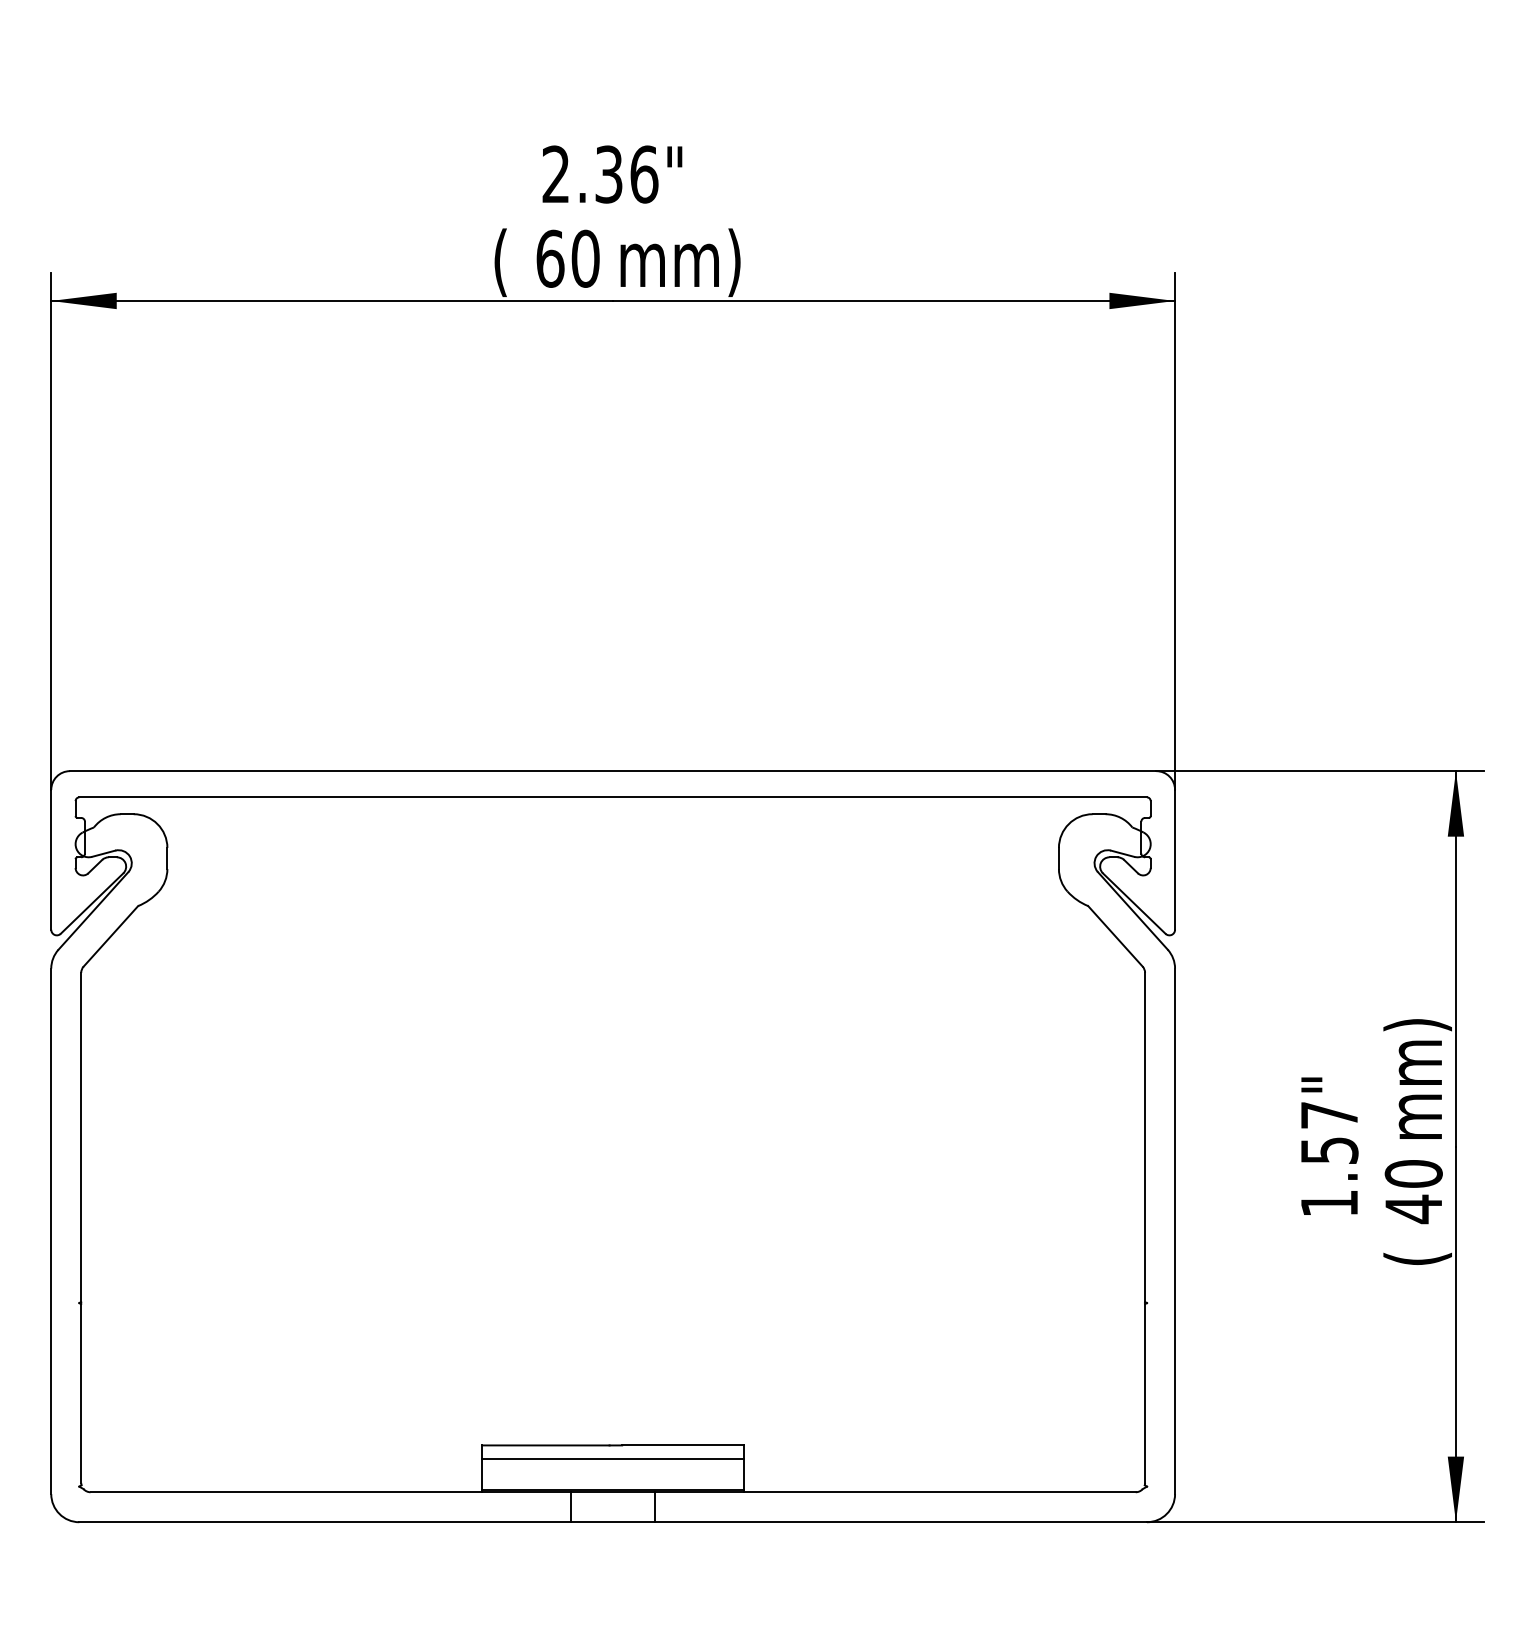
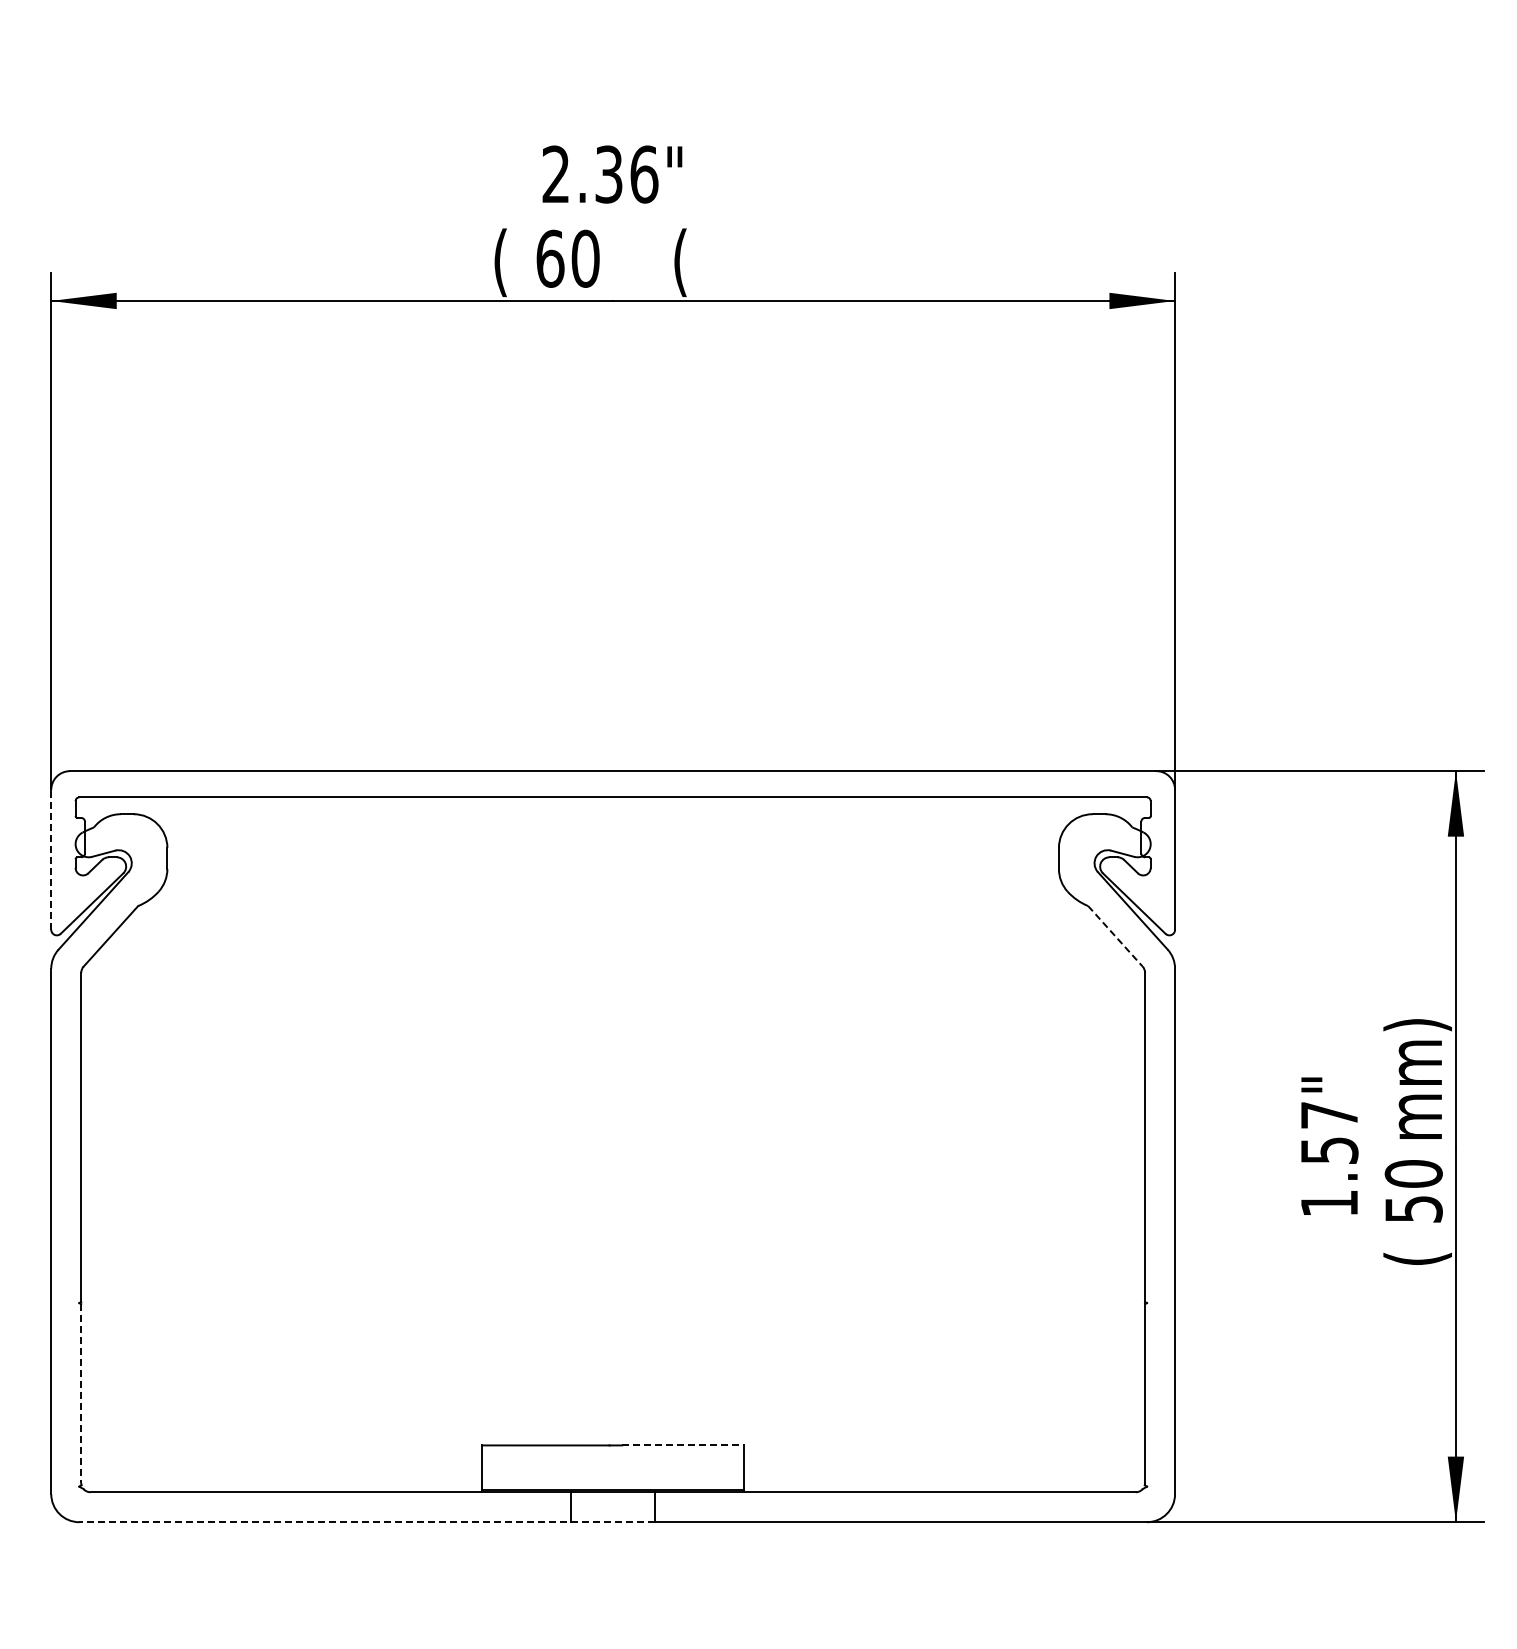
text at (680, 262): mm) -> (
line at (51, 859): solid -> dashed
line at (1115, 936): solid -> dashed
text at (1413, 1209): 40 -> 50
line at (81, 1394): solid -> dashed
line at (683, 1445): solid -> dashed
line at (613, 1459): present -> none
line at (367, 1522): solid -> dashed
